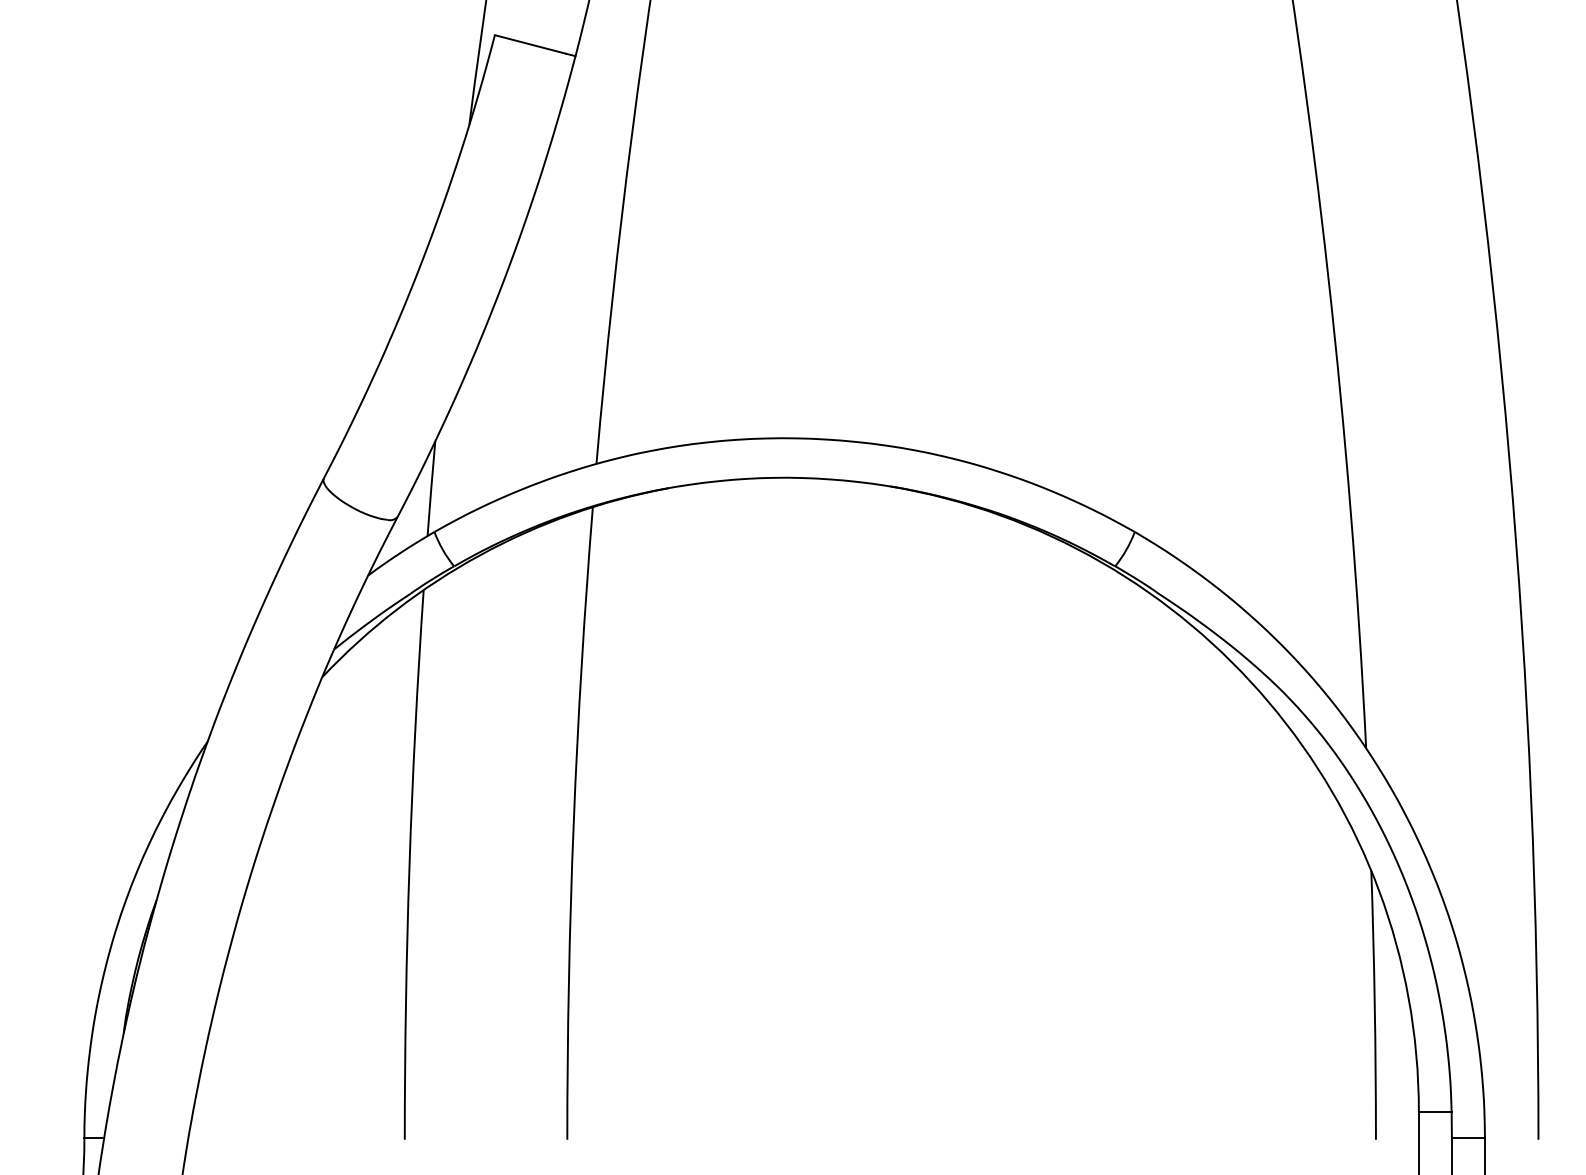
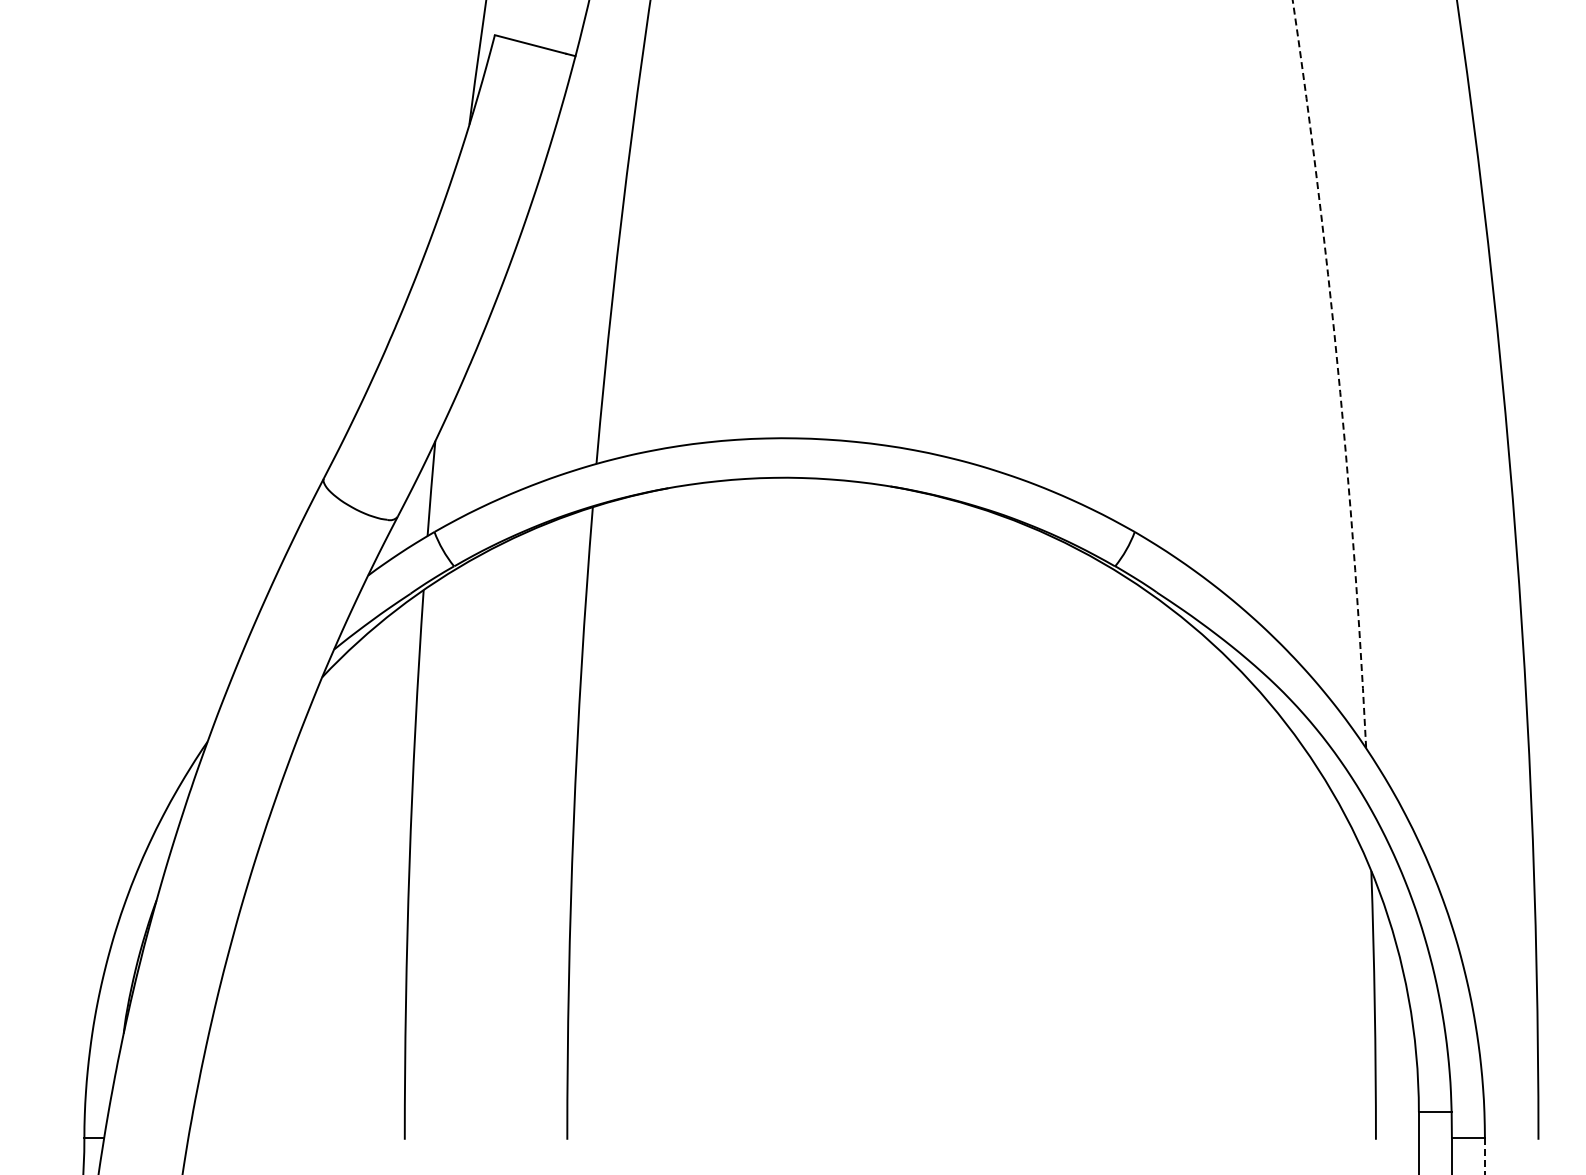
arc at (1338, 373): solid -> dashed
line at (1484, 1156): solid -> dashed
